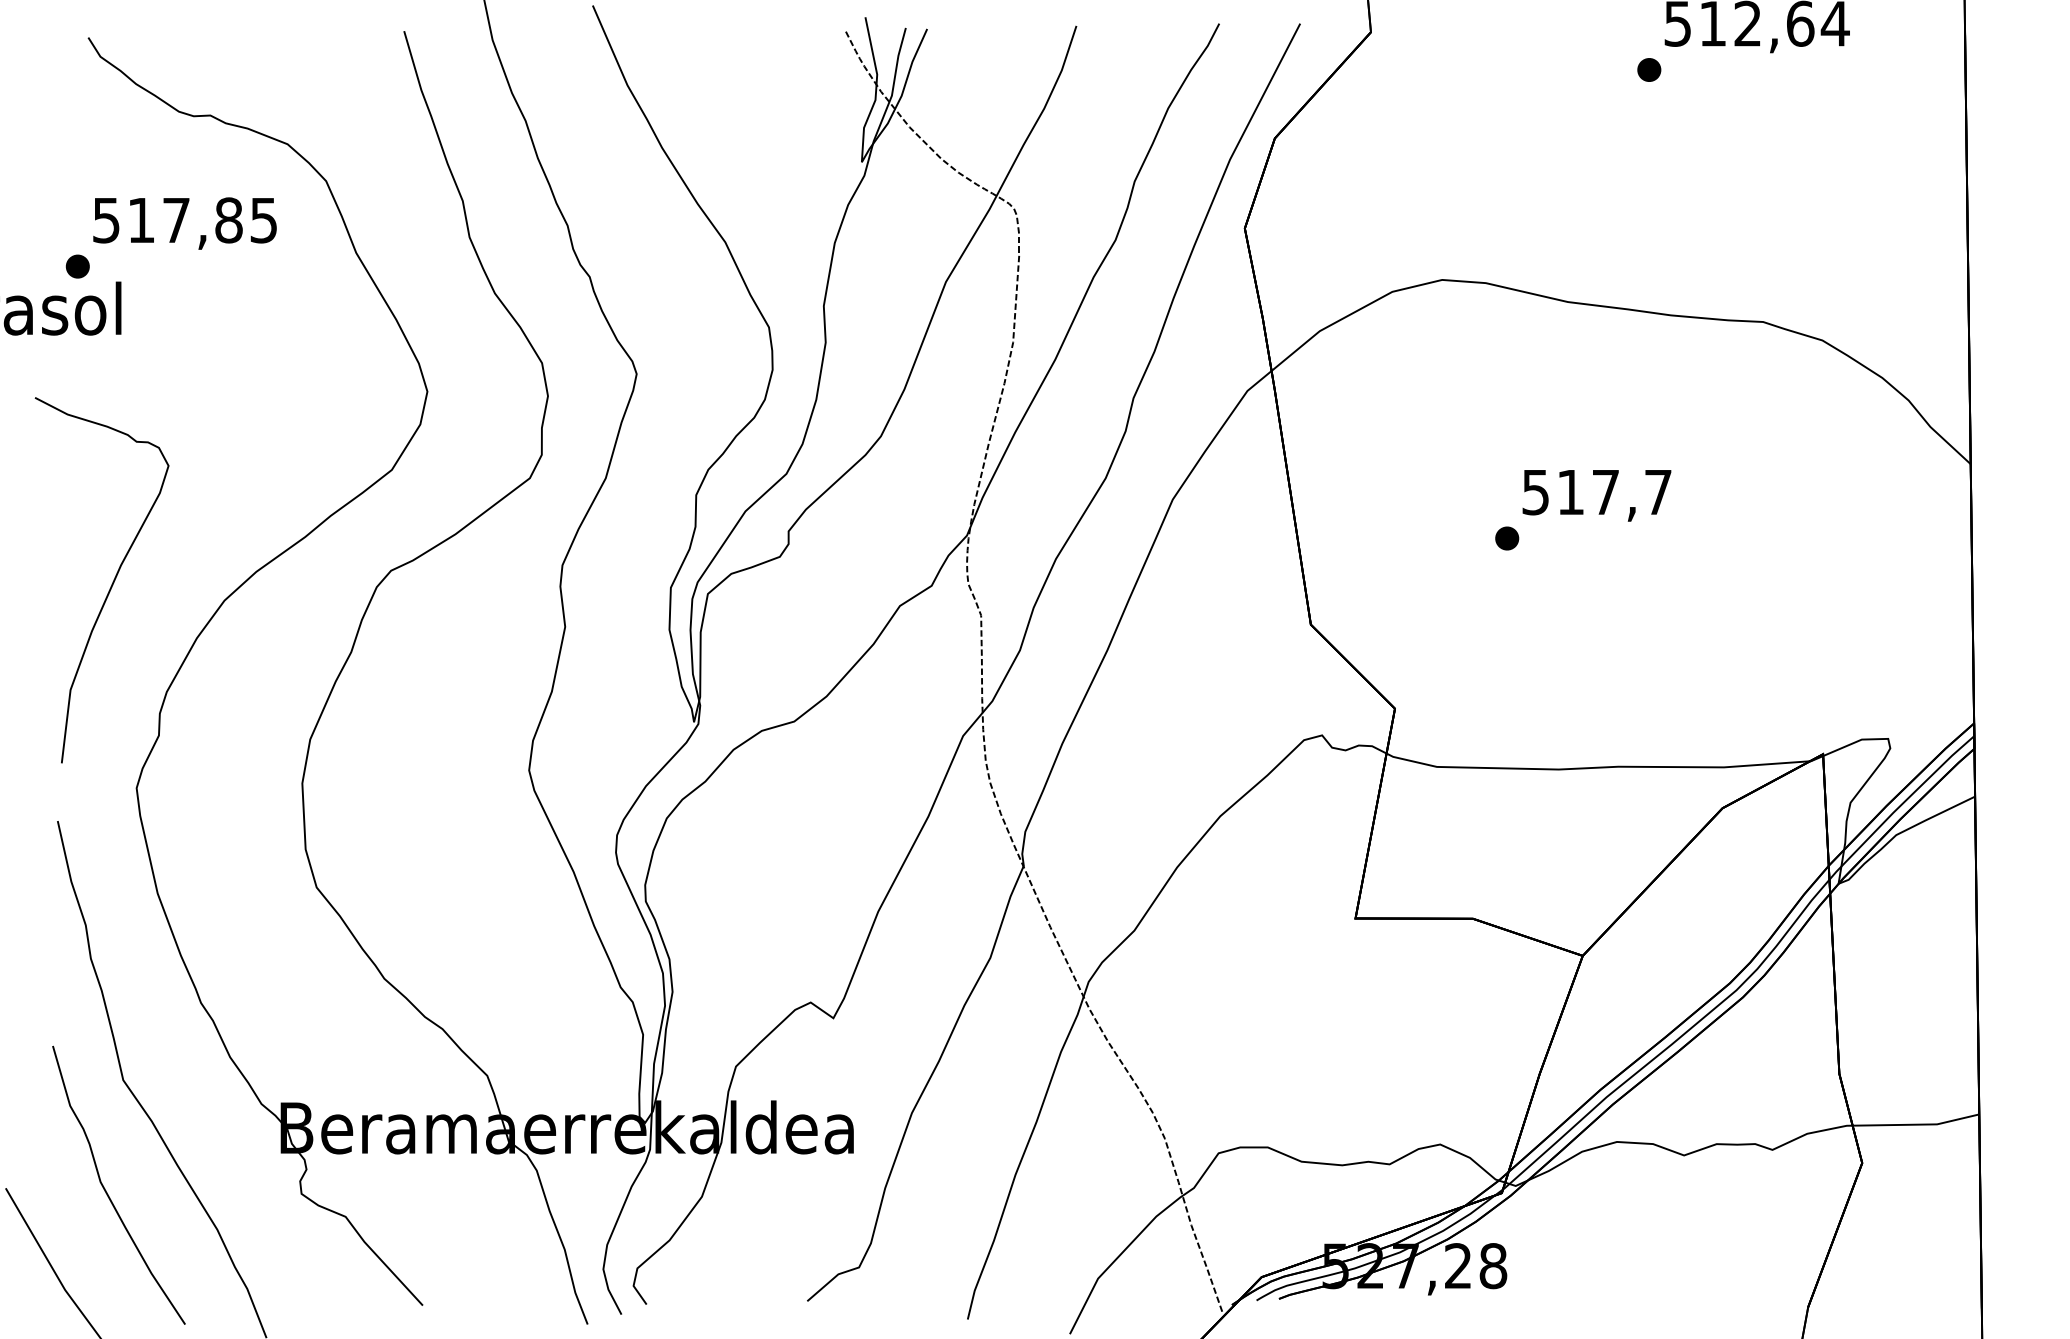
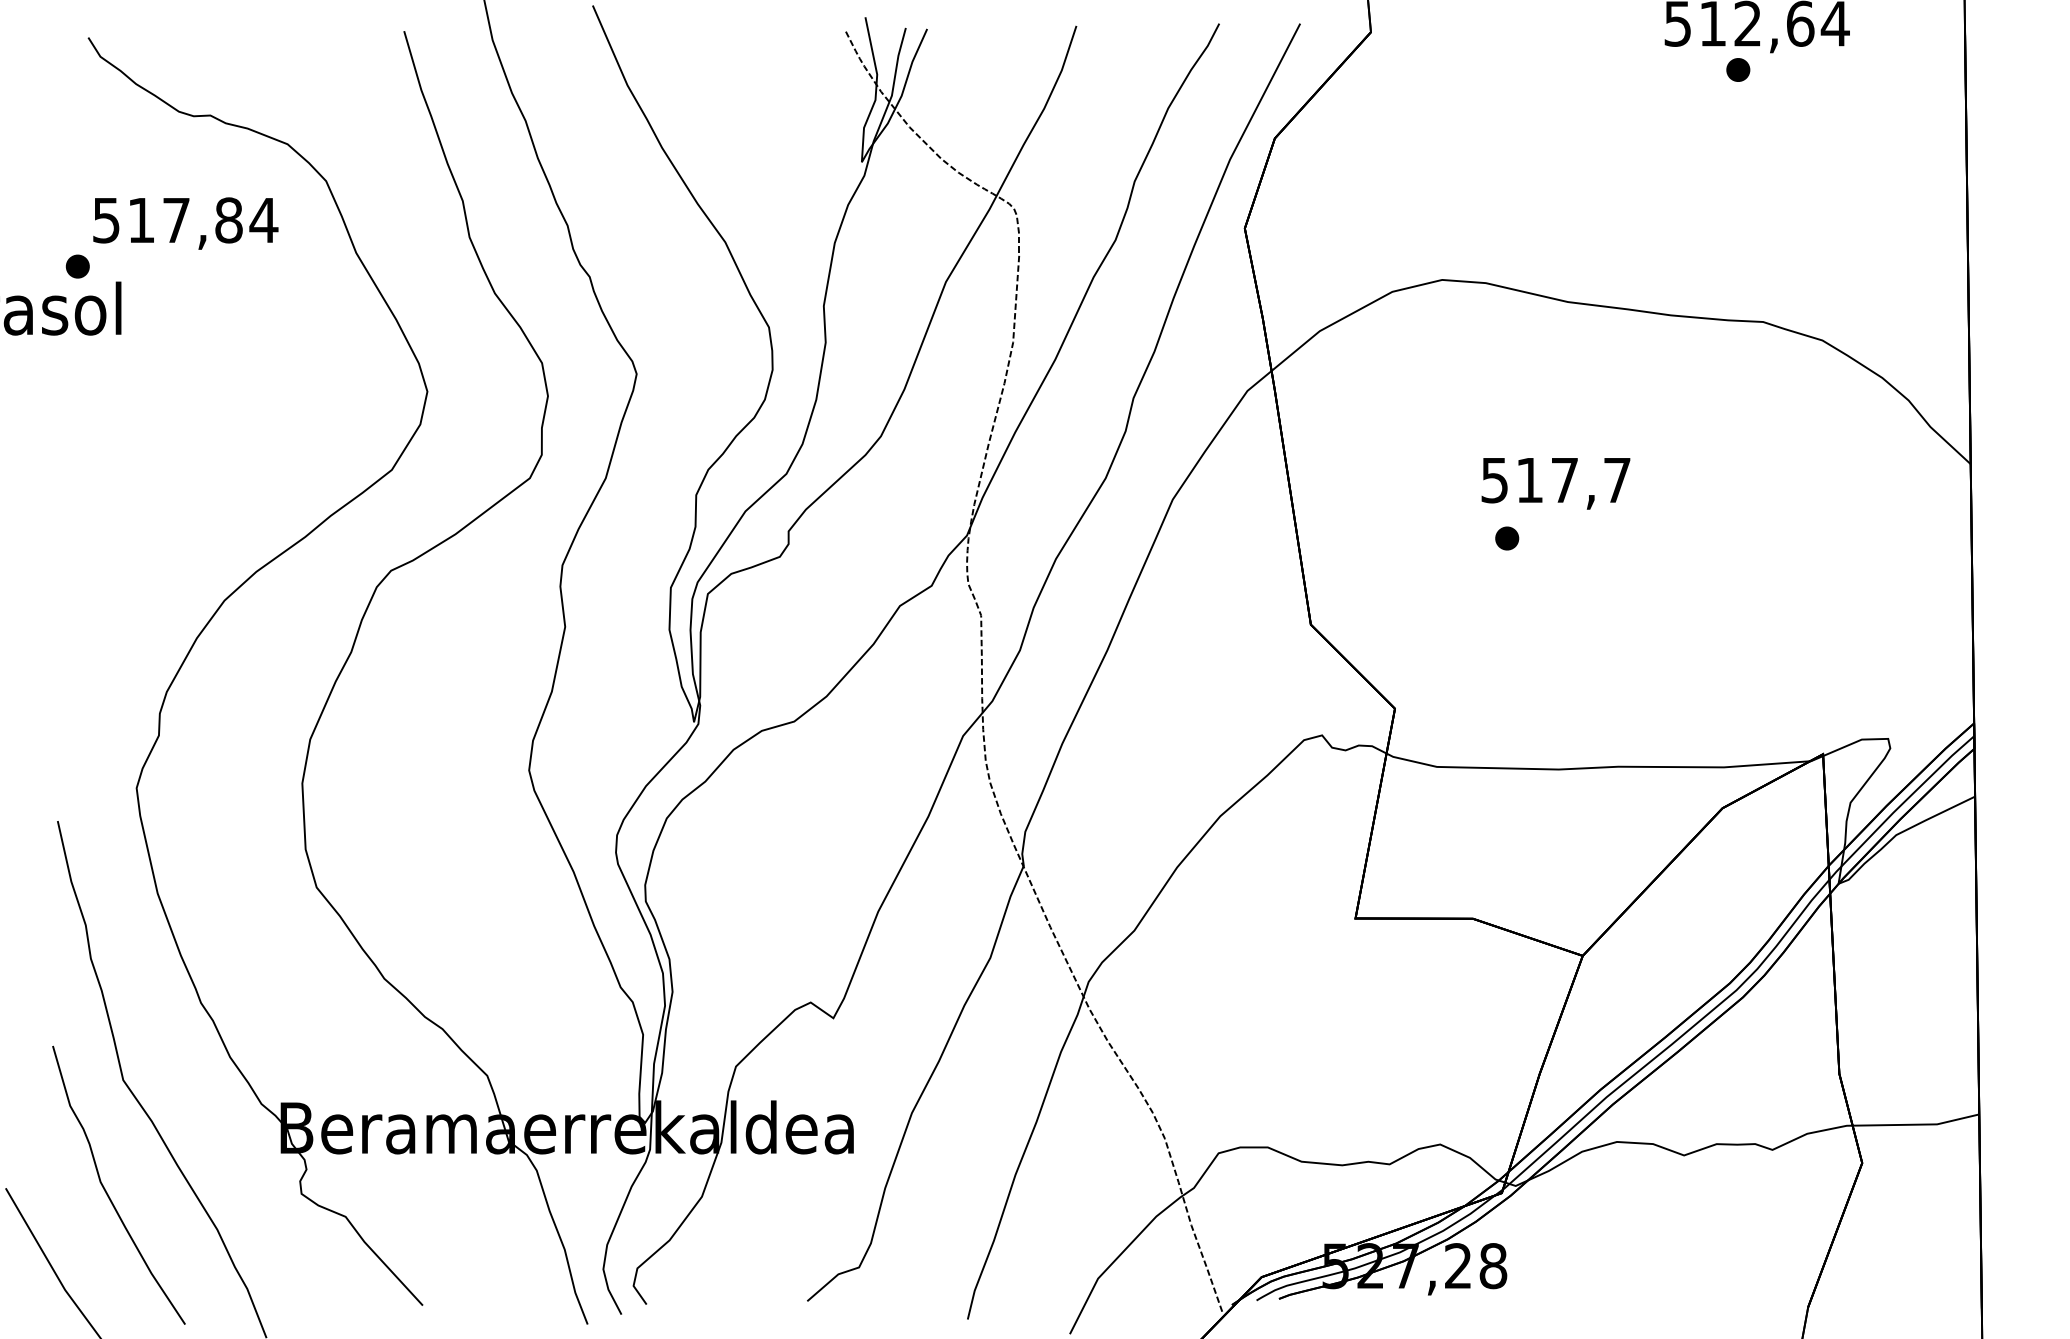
part at (1649, 69) position: (1649, 69) -> (1738, 69)
text at (263, 220): 517,85 -> 517,84
text at (1596, 495) position: (1596, 495) -> (1555, 483)
curve at (111, 584): present -> none
